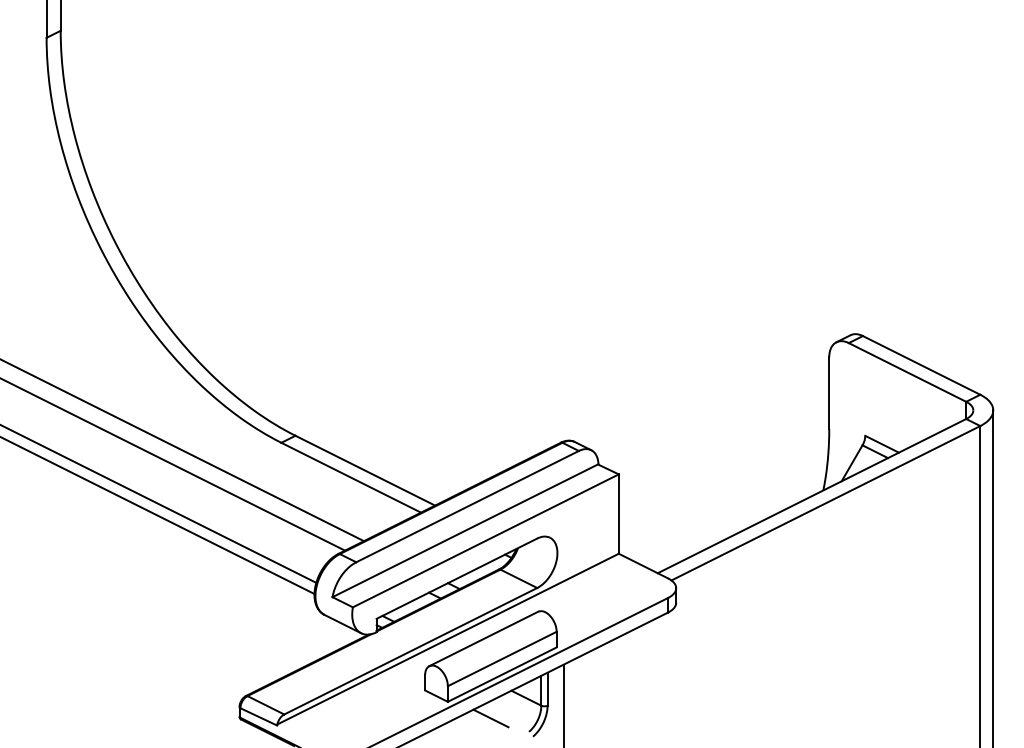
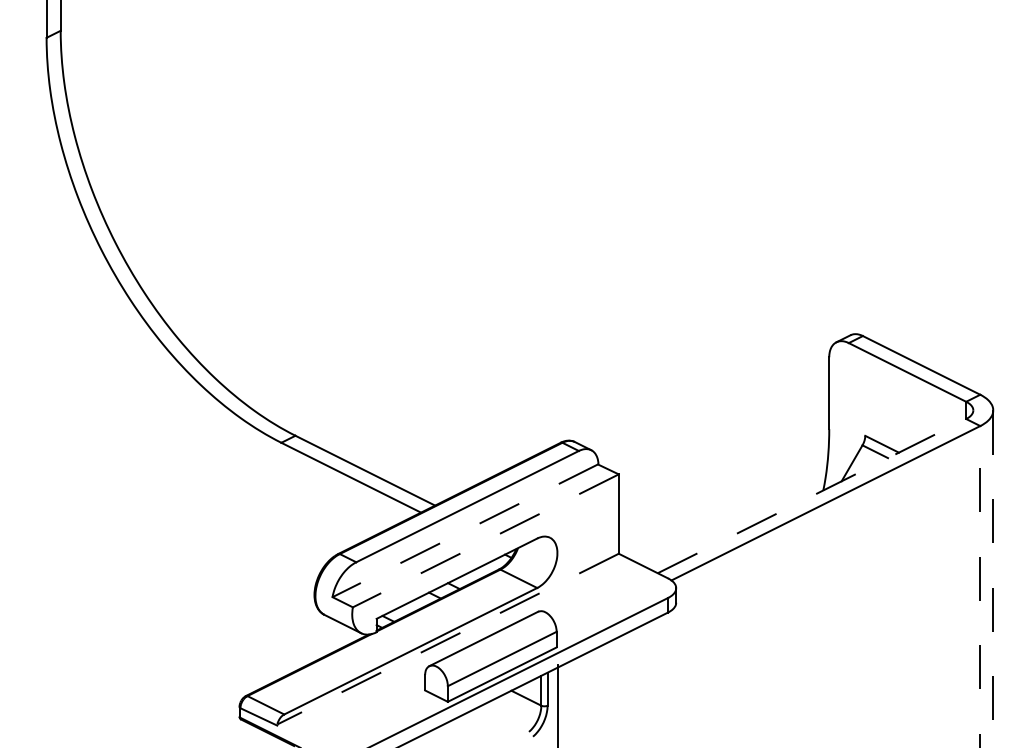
line at (183, 450): present -> none
line at (173, 464): present -> none
line at (812, 495): solid -> dashed
line at (159, 503): present -> none
line at (158, 516): present -> none
line at (465, 530): solid -> dashed
line at (485, 540): solid -> dashed
line at (993, 579): solid -> dashed
line at (980, 586): solid -> dashed
line at (448, 639): solid -> dashed
line at (564, 704) position: (564, 704) -> (558, 704)
line at (490, 718): present -> none
